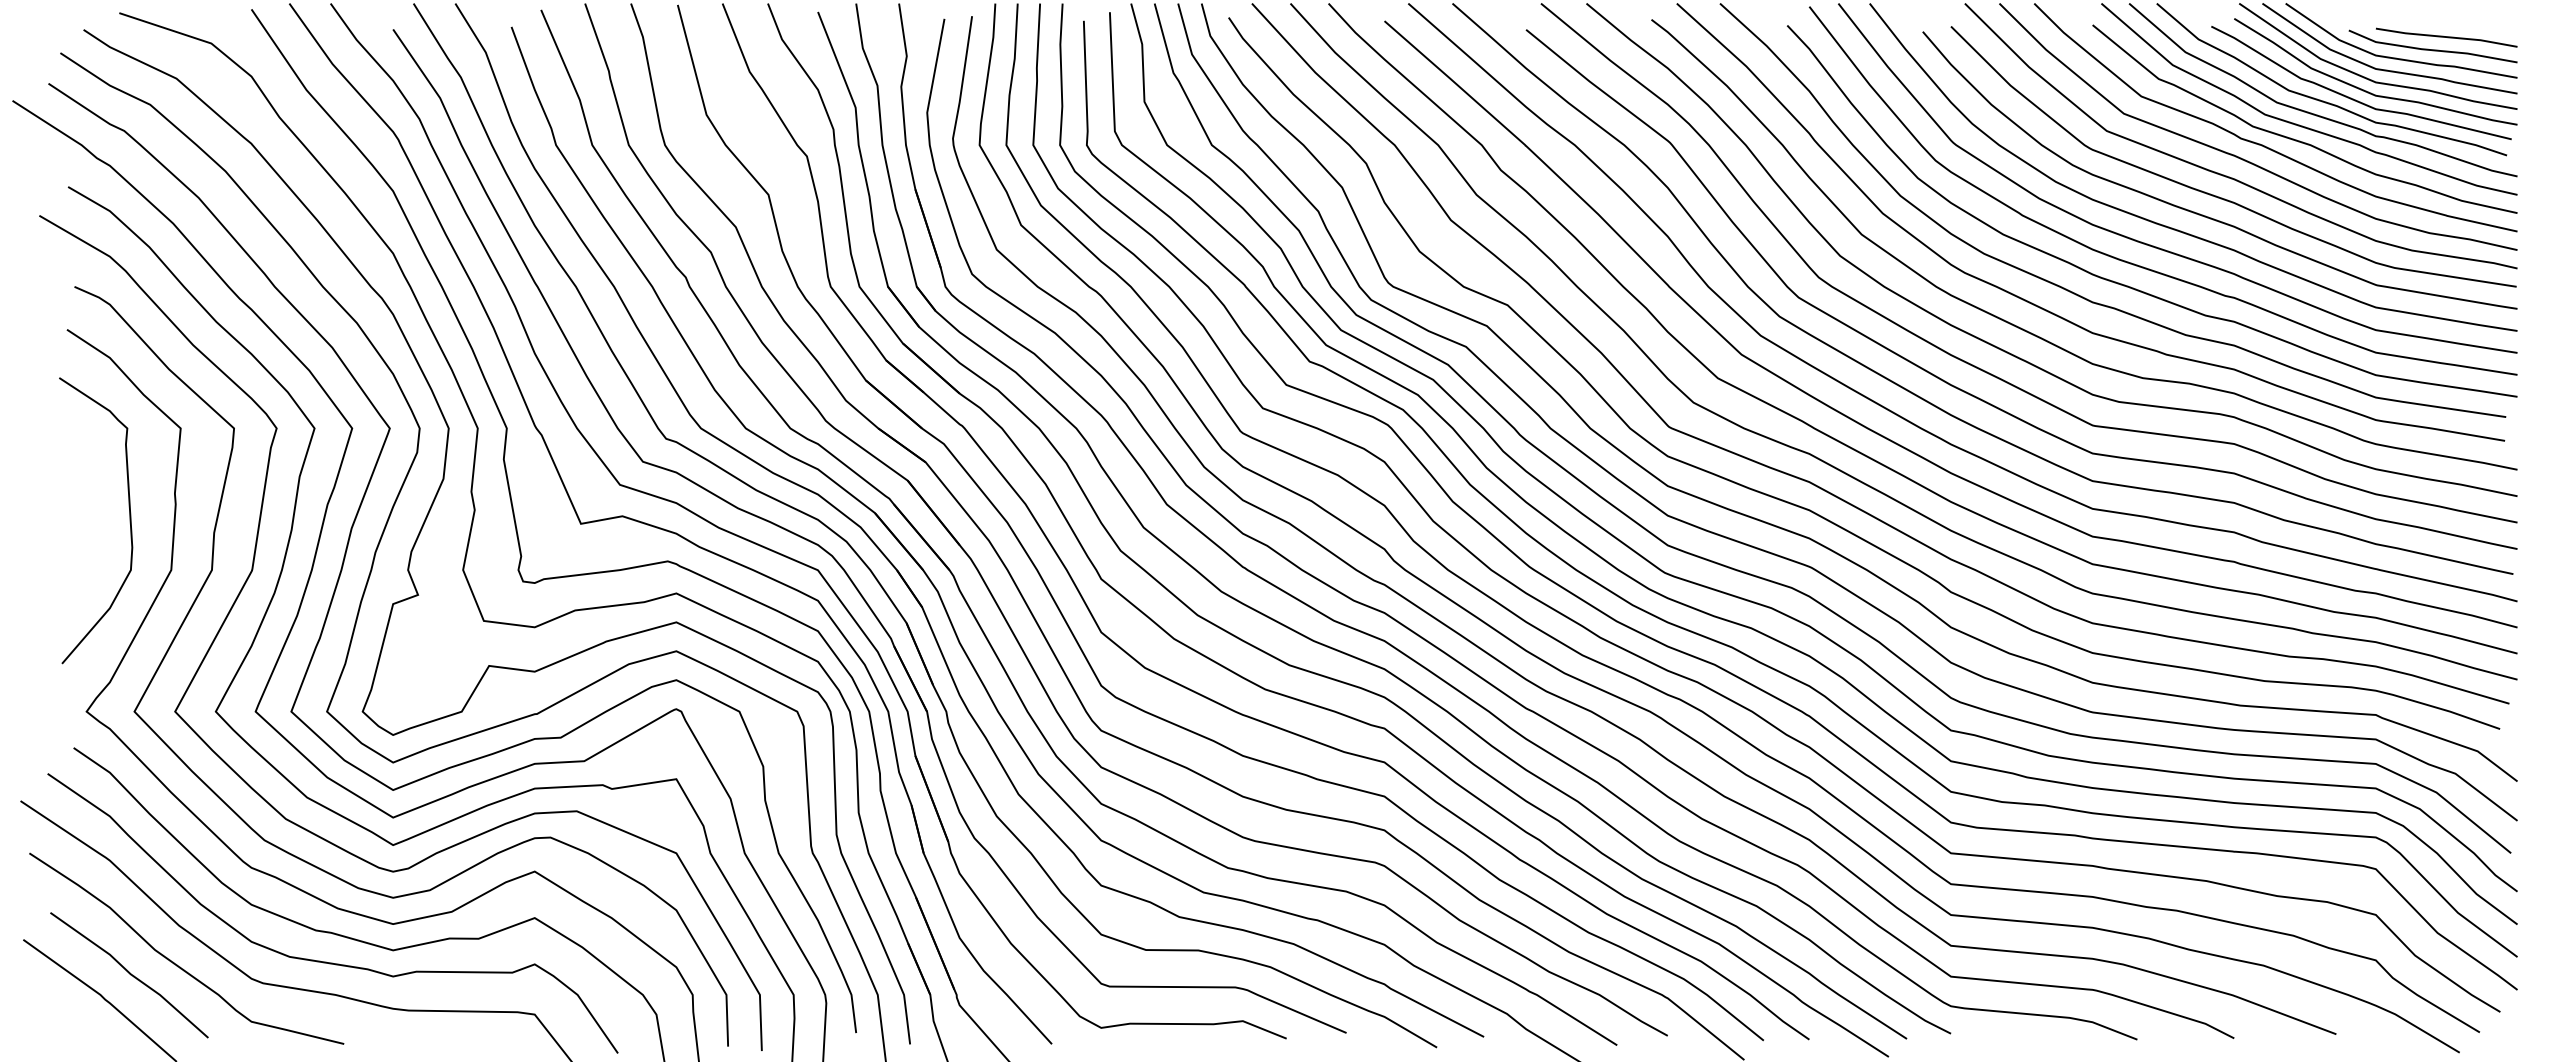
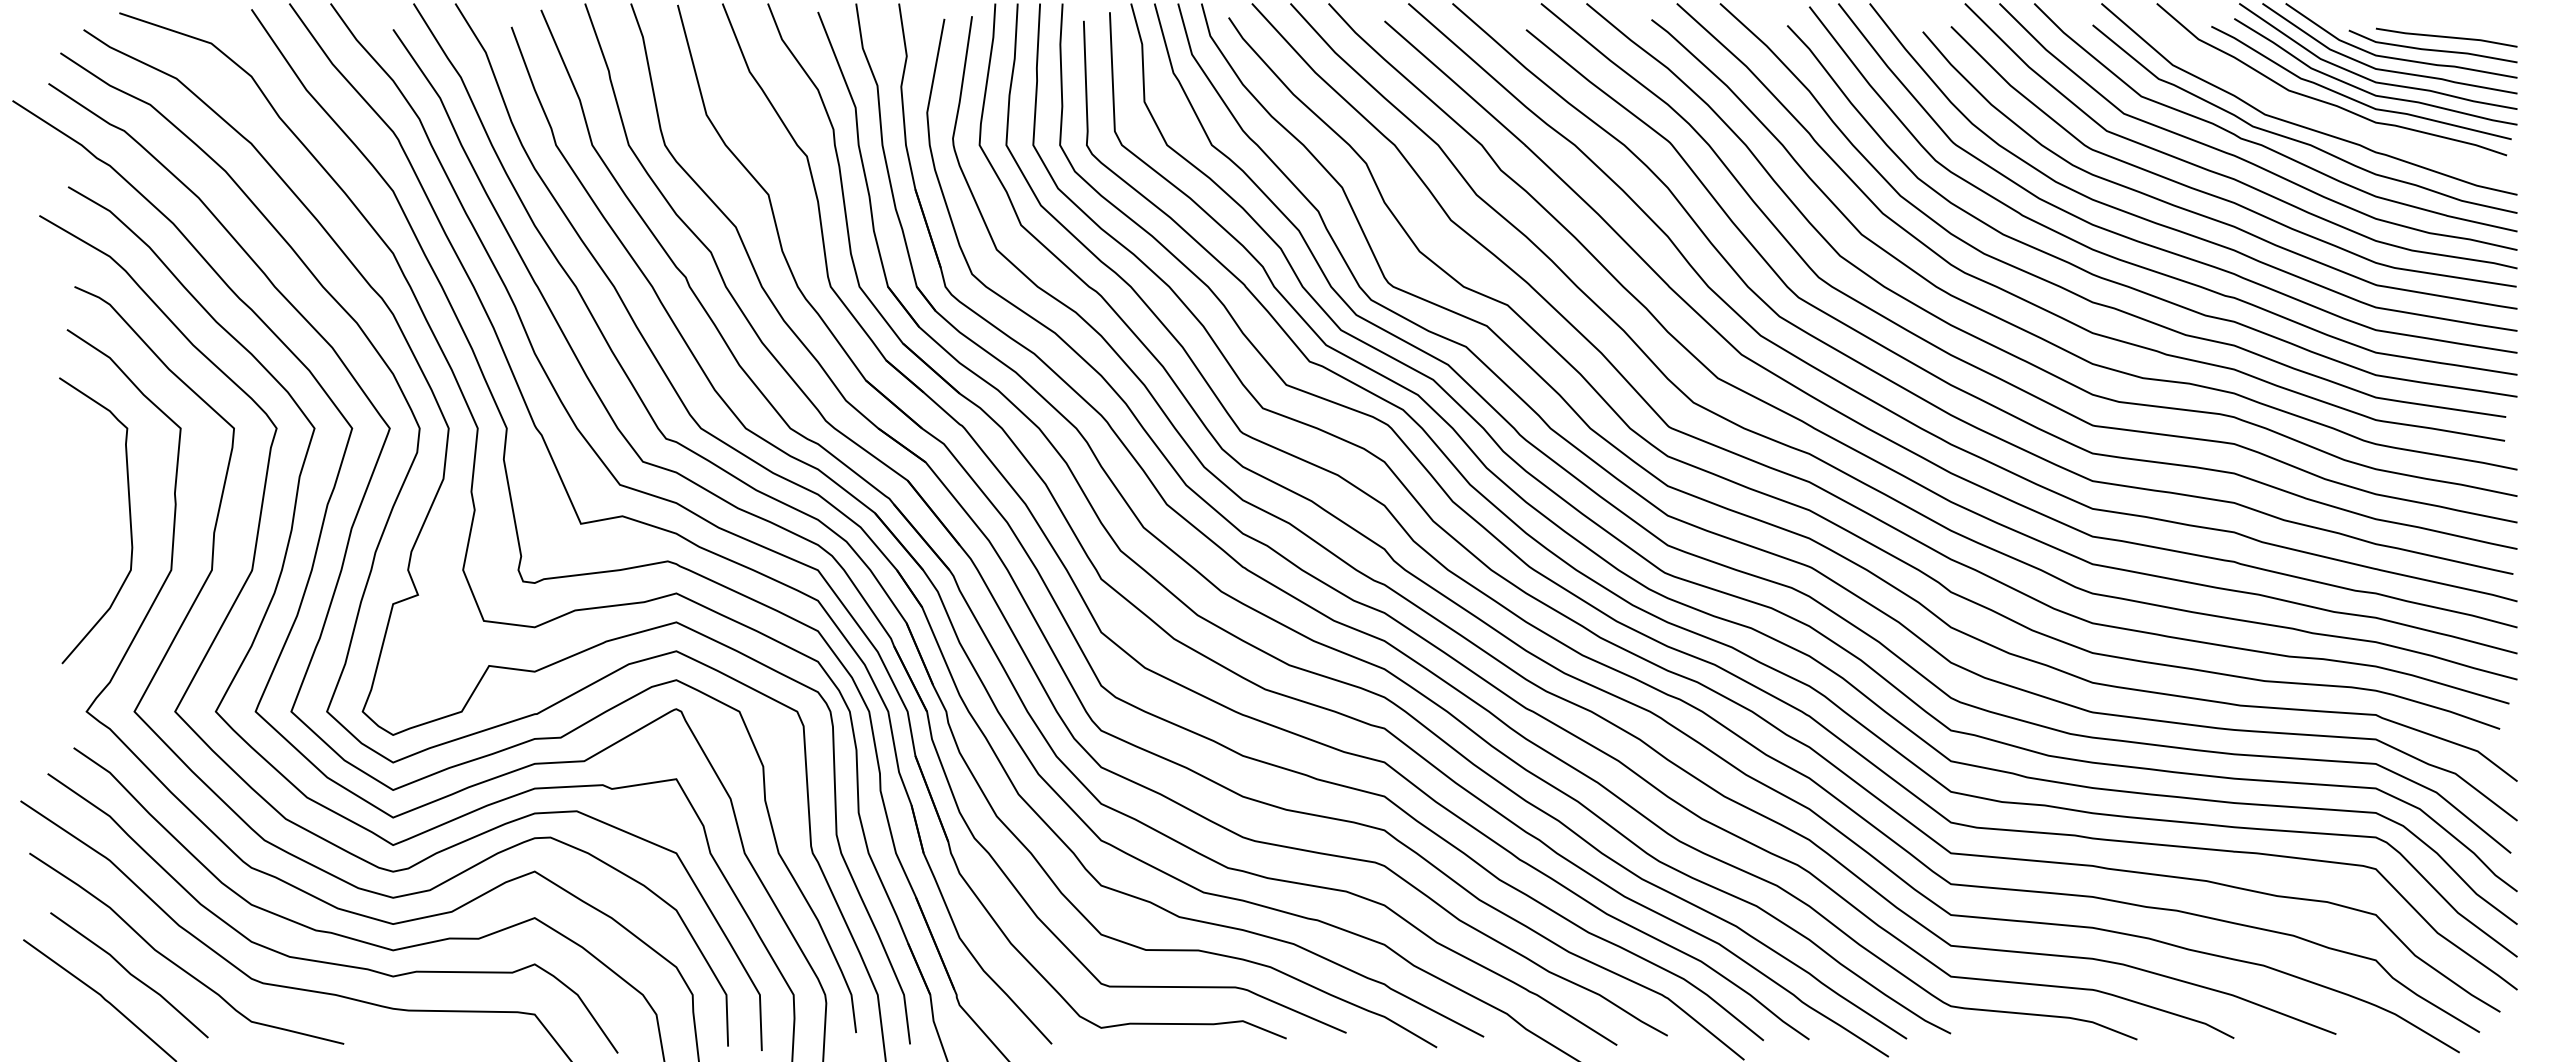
curve at (2314, 113): present -> none
